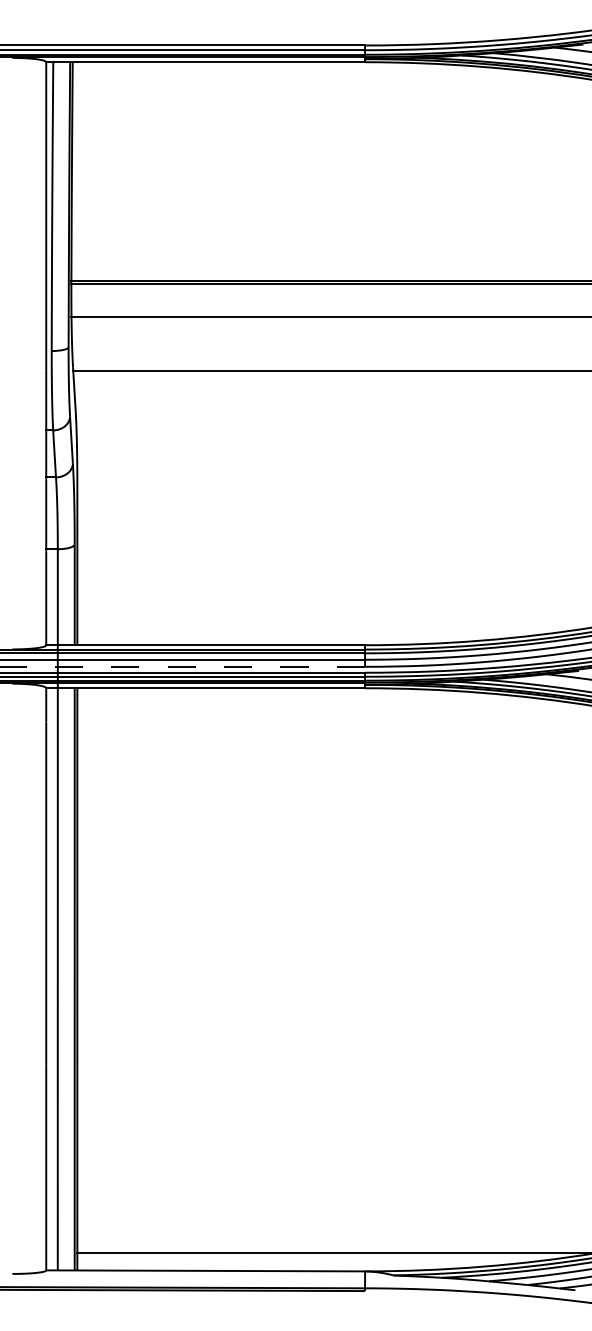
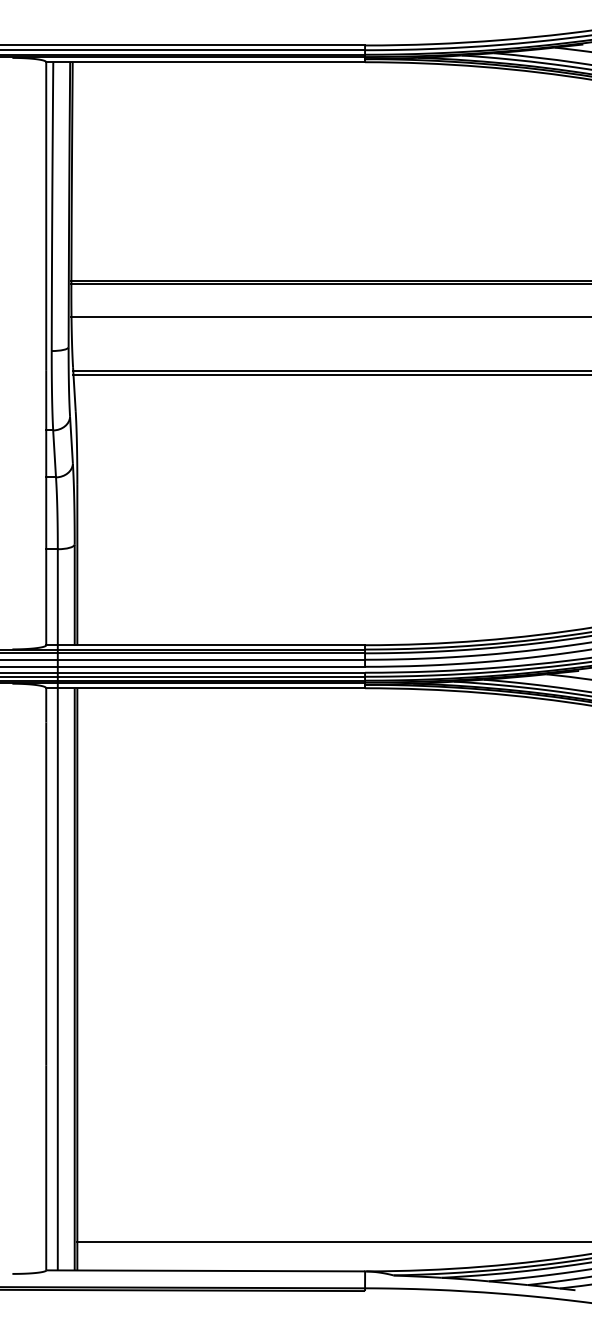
line at (330, 375): none -> present
line at (182, 666): dashed -> solid
line at (332, 1253) position: (332, 1253) -> (332, 1242)
